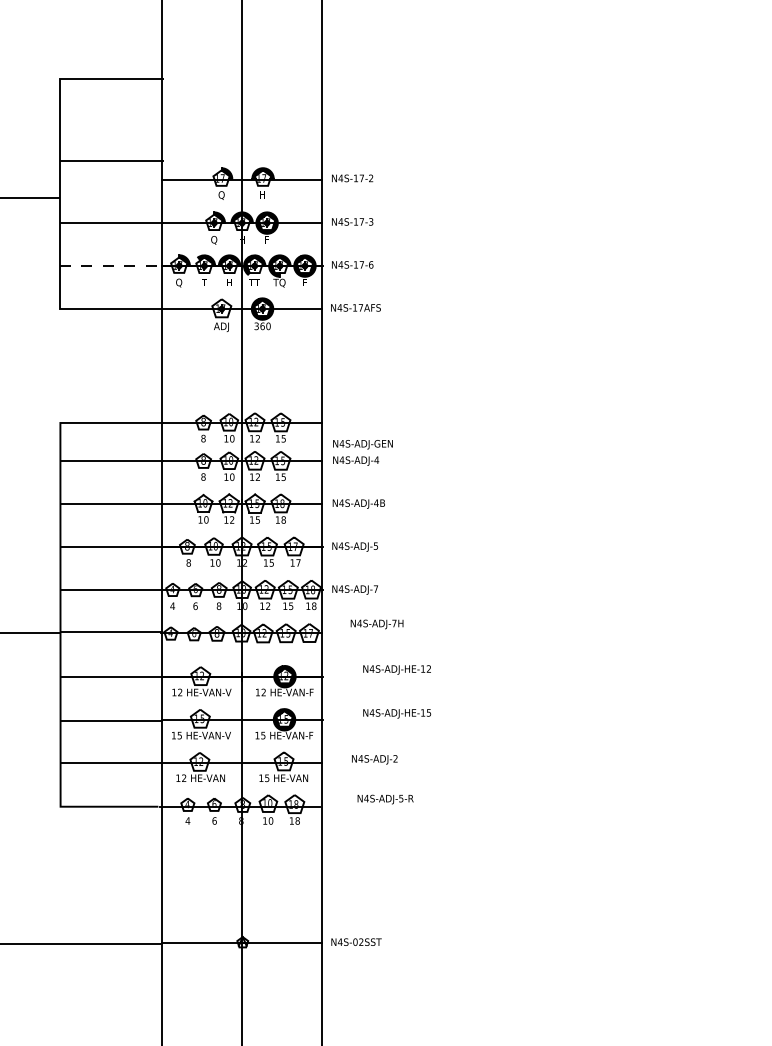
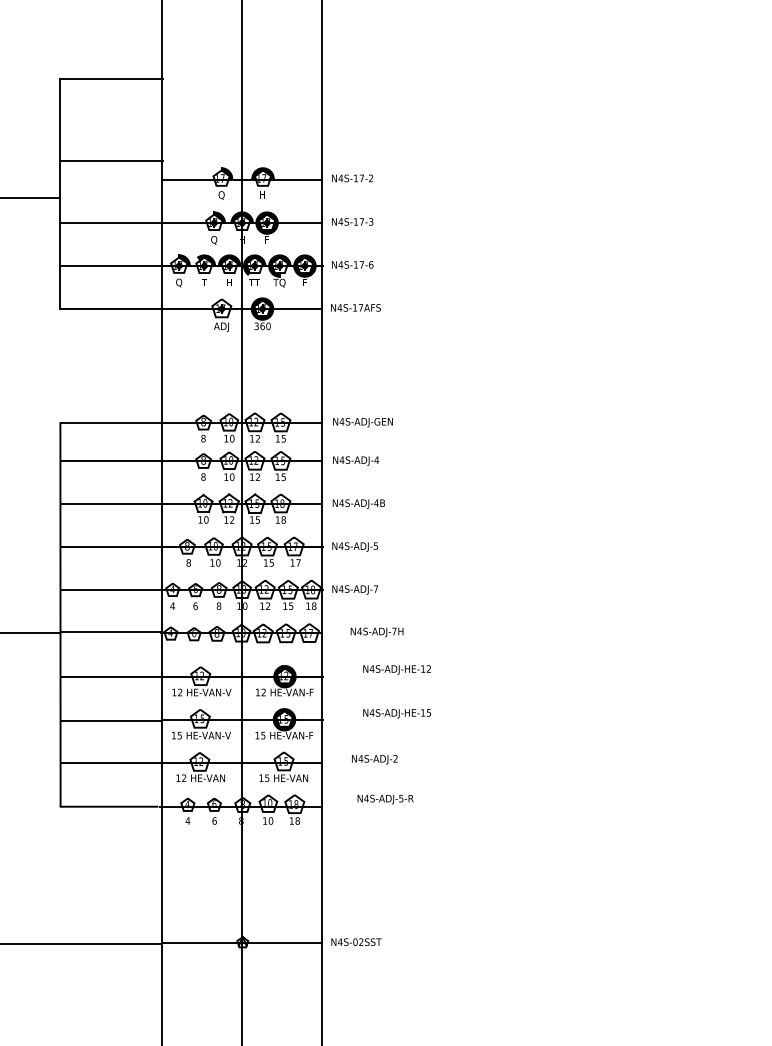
line at (111, 266): dashed -> solid
text at (362, 444) position: (362, 444) -> (362, 422)
text at (376, 624) position: (376, 624) -> (376, 632)
